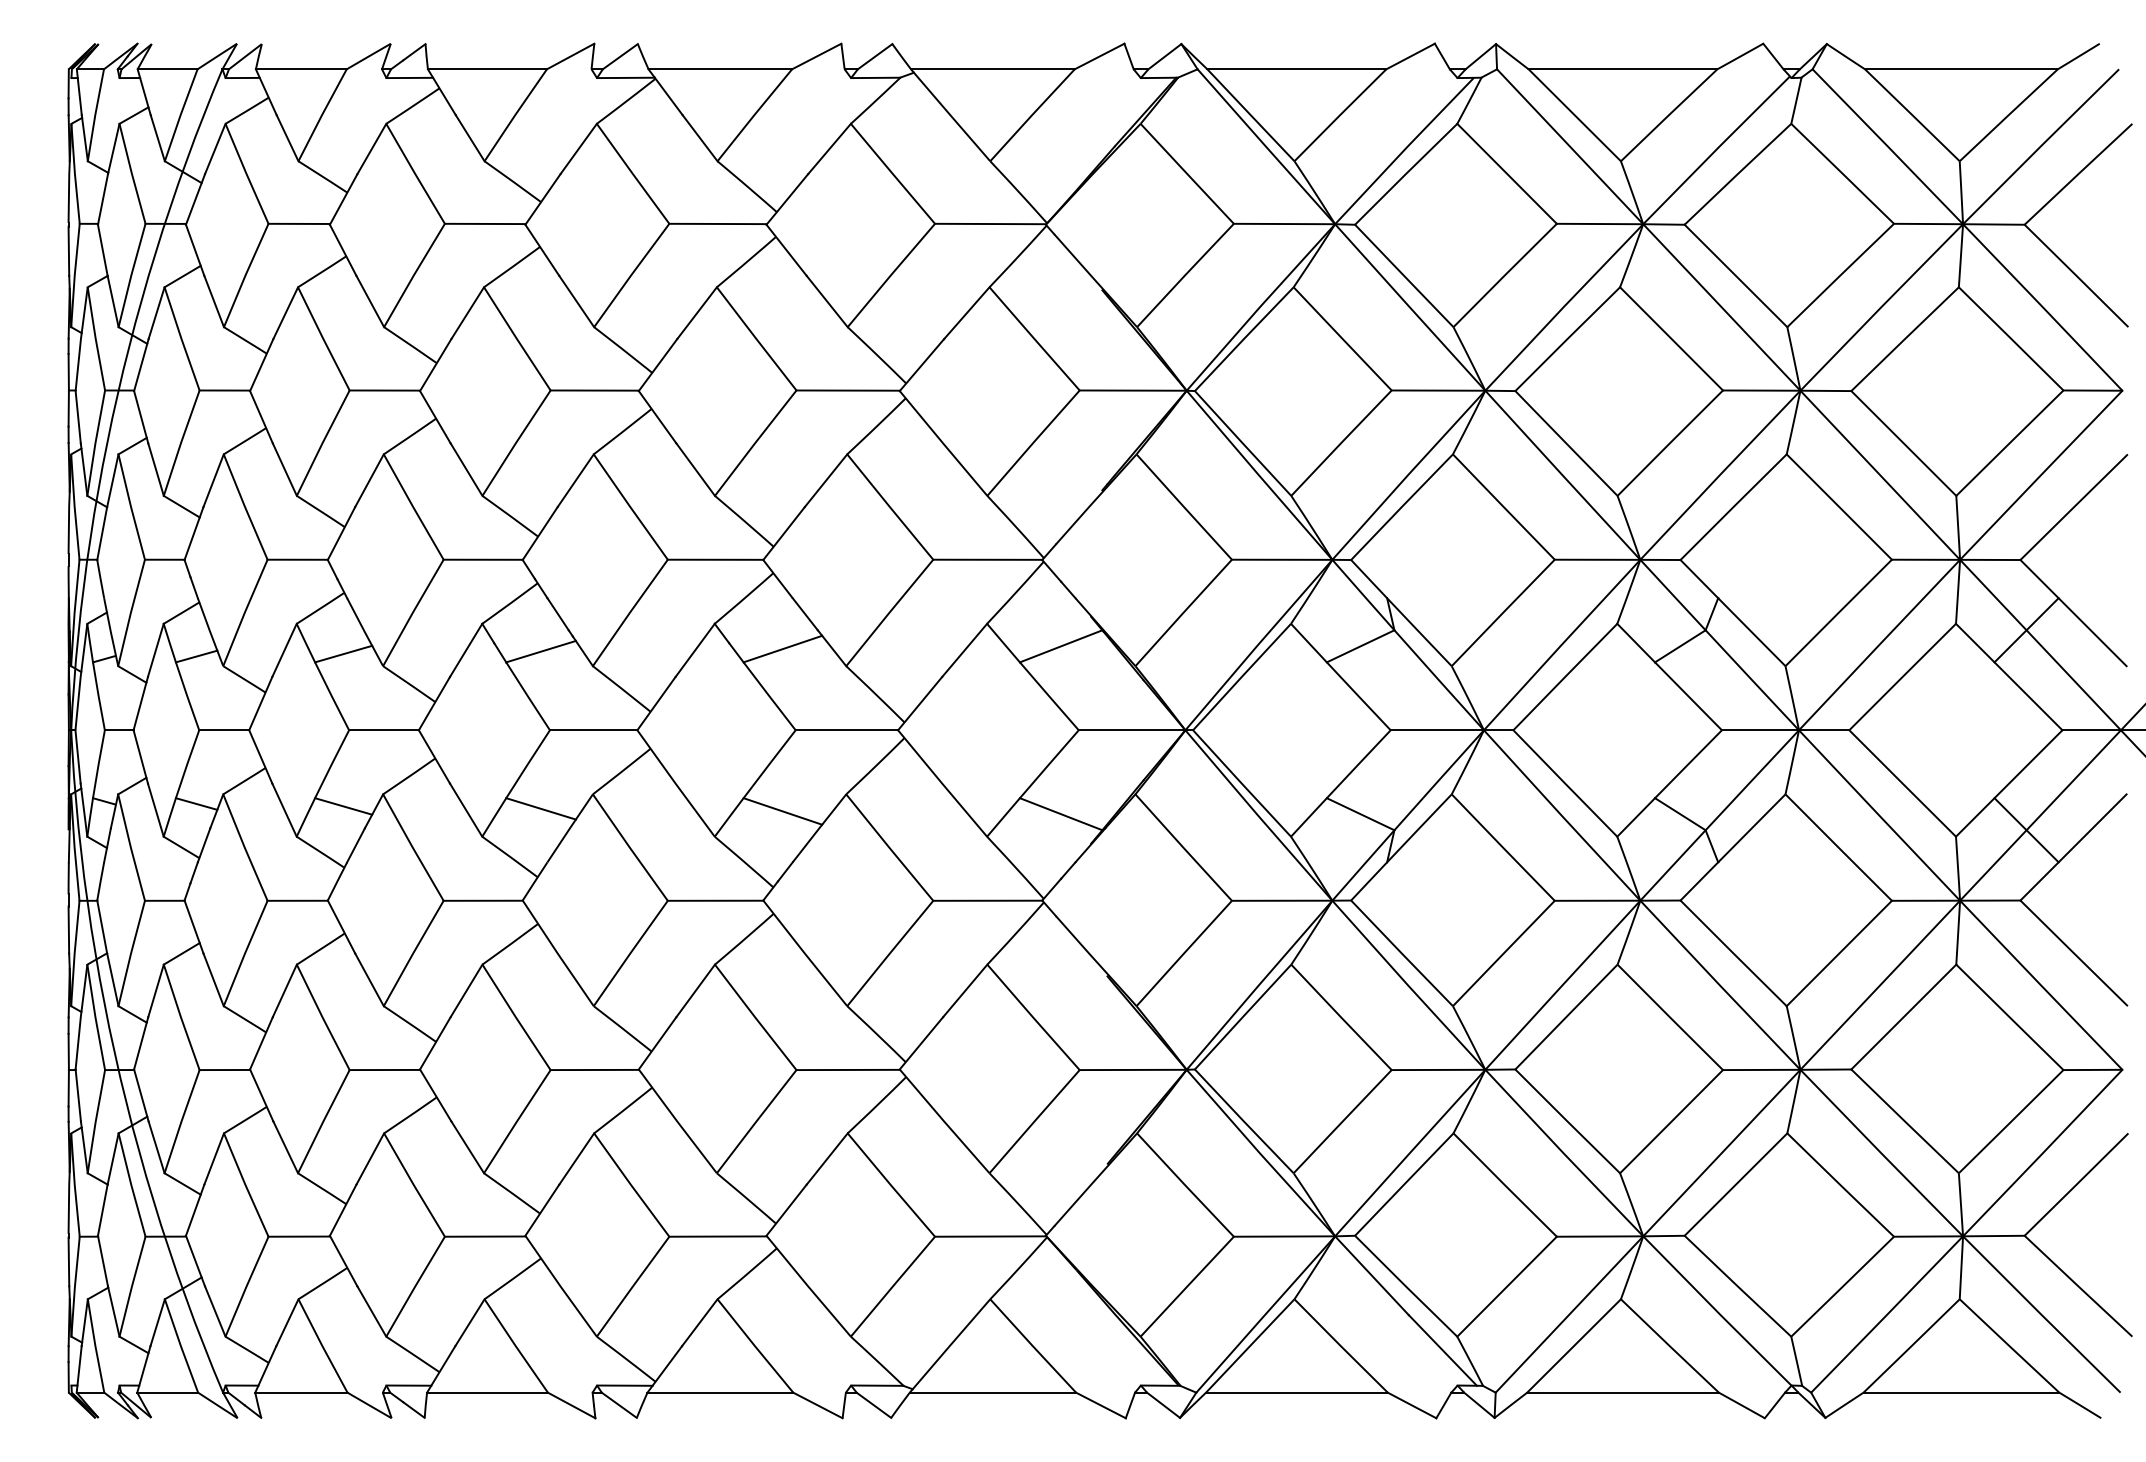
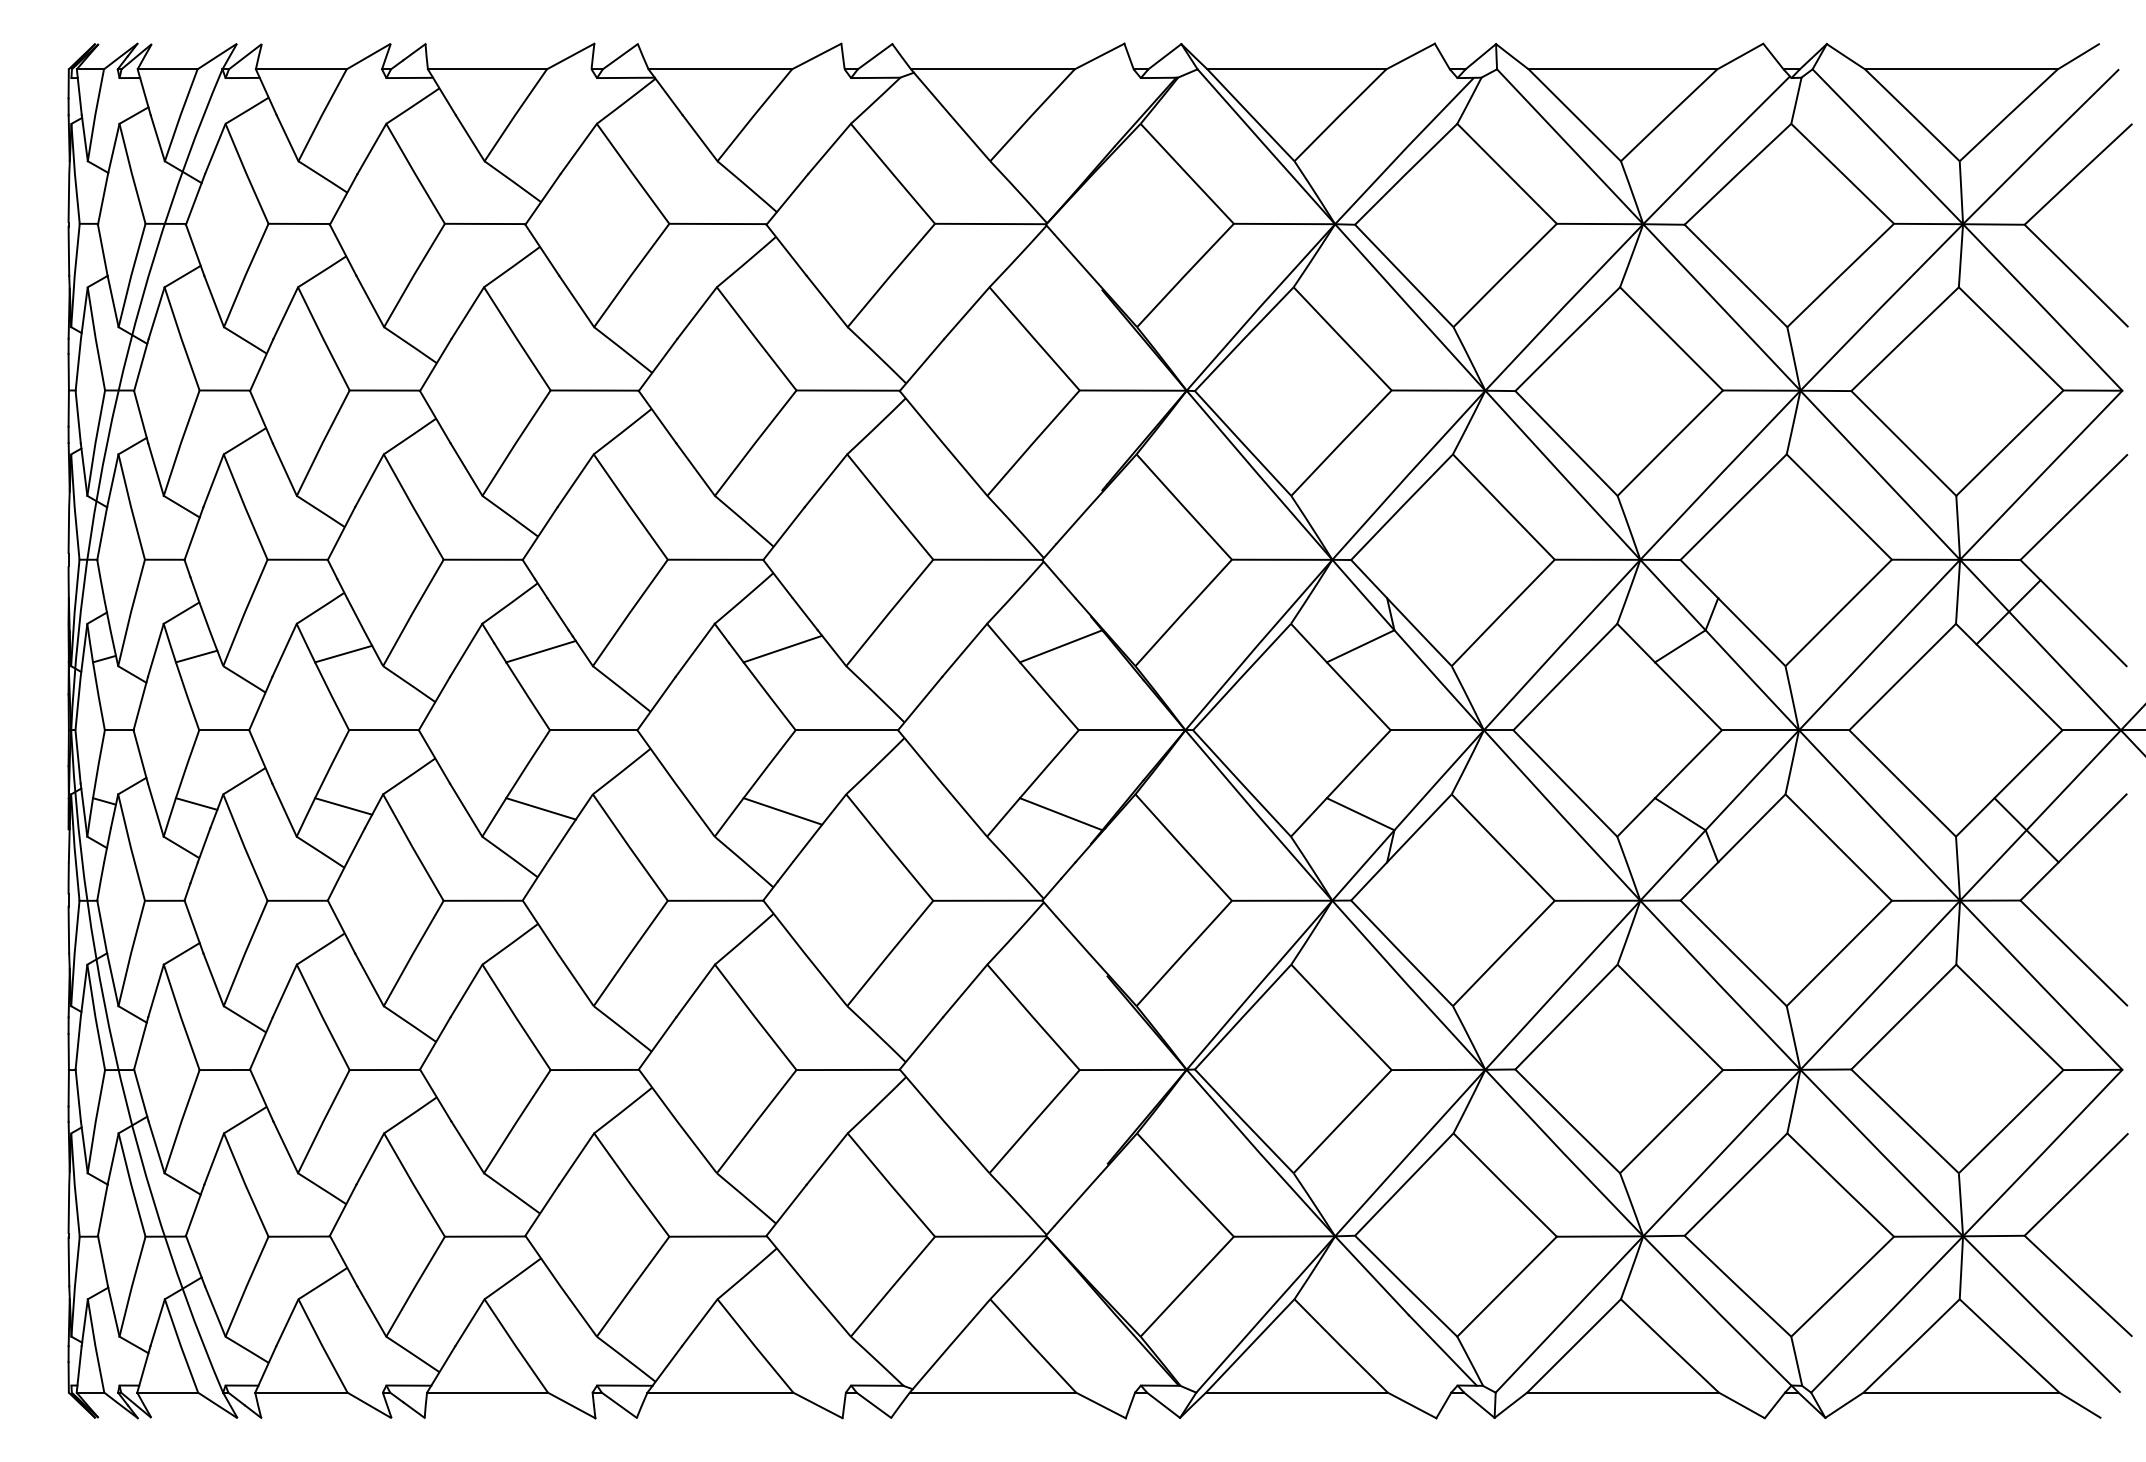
line at (2026, 630) position: (2026, 630) -> (2008, 612)
